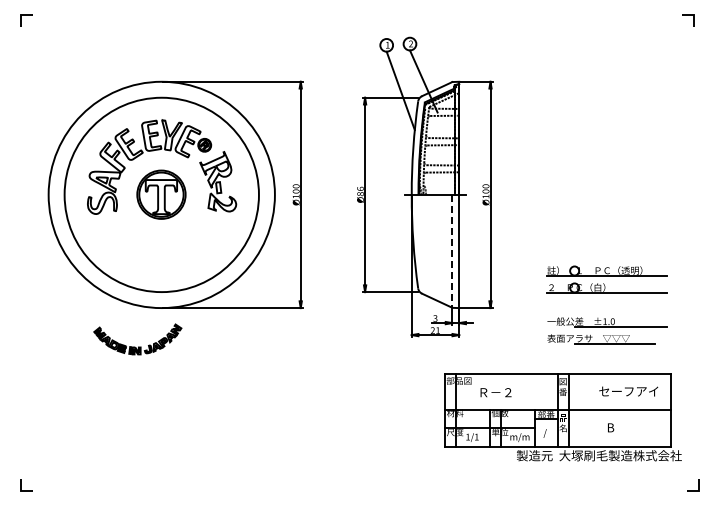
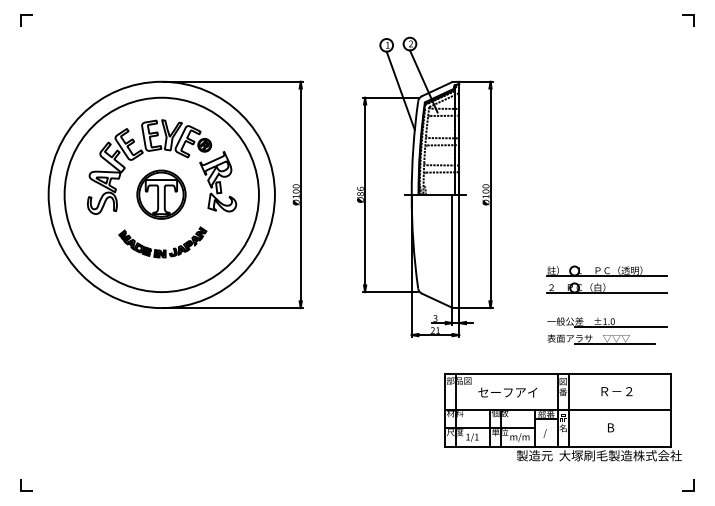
line at (452, 251): dashed -> solid
part at (138, 346) position: (138, 346) -> (163, 249)
text at (628, 391): セーフアイ -> Ｒ－２
text at (507, 392): Ｒ－２ -> セーフアイ
line at (698, 485) position: (698, 485) -> (693, 485)
